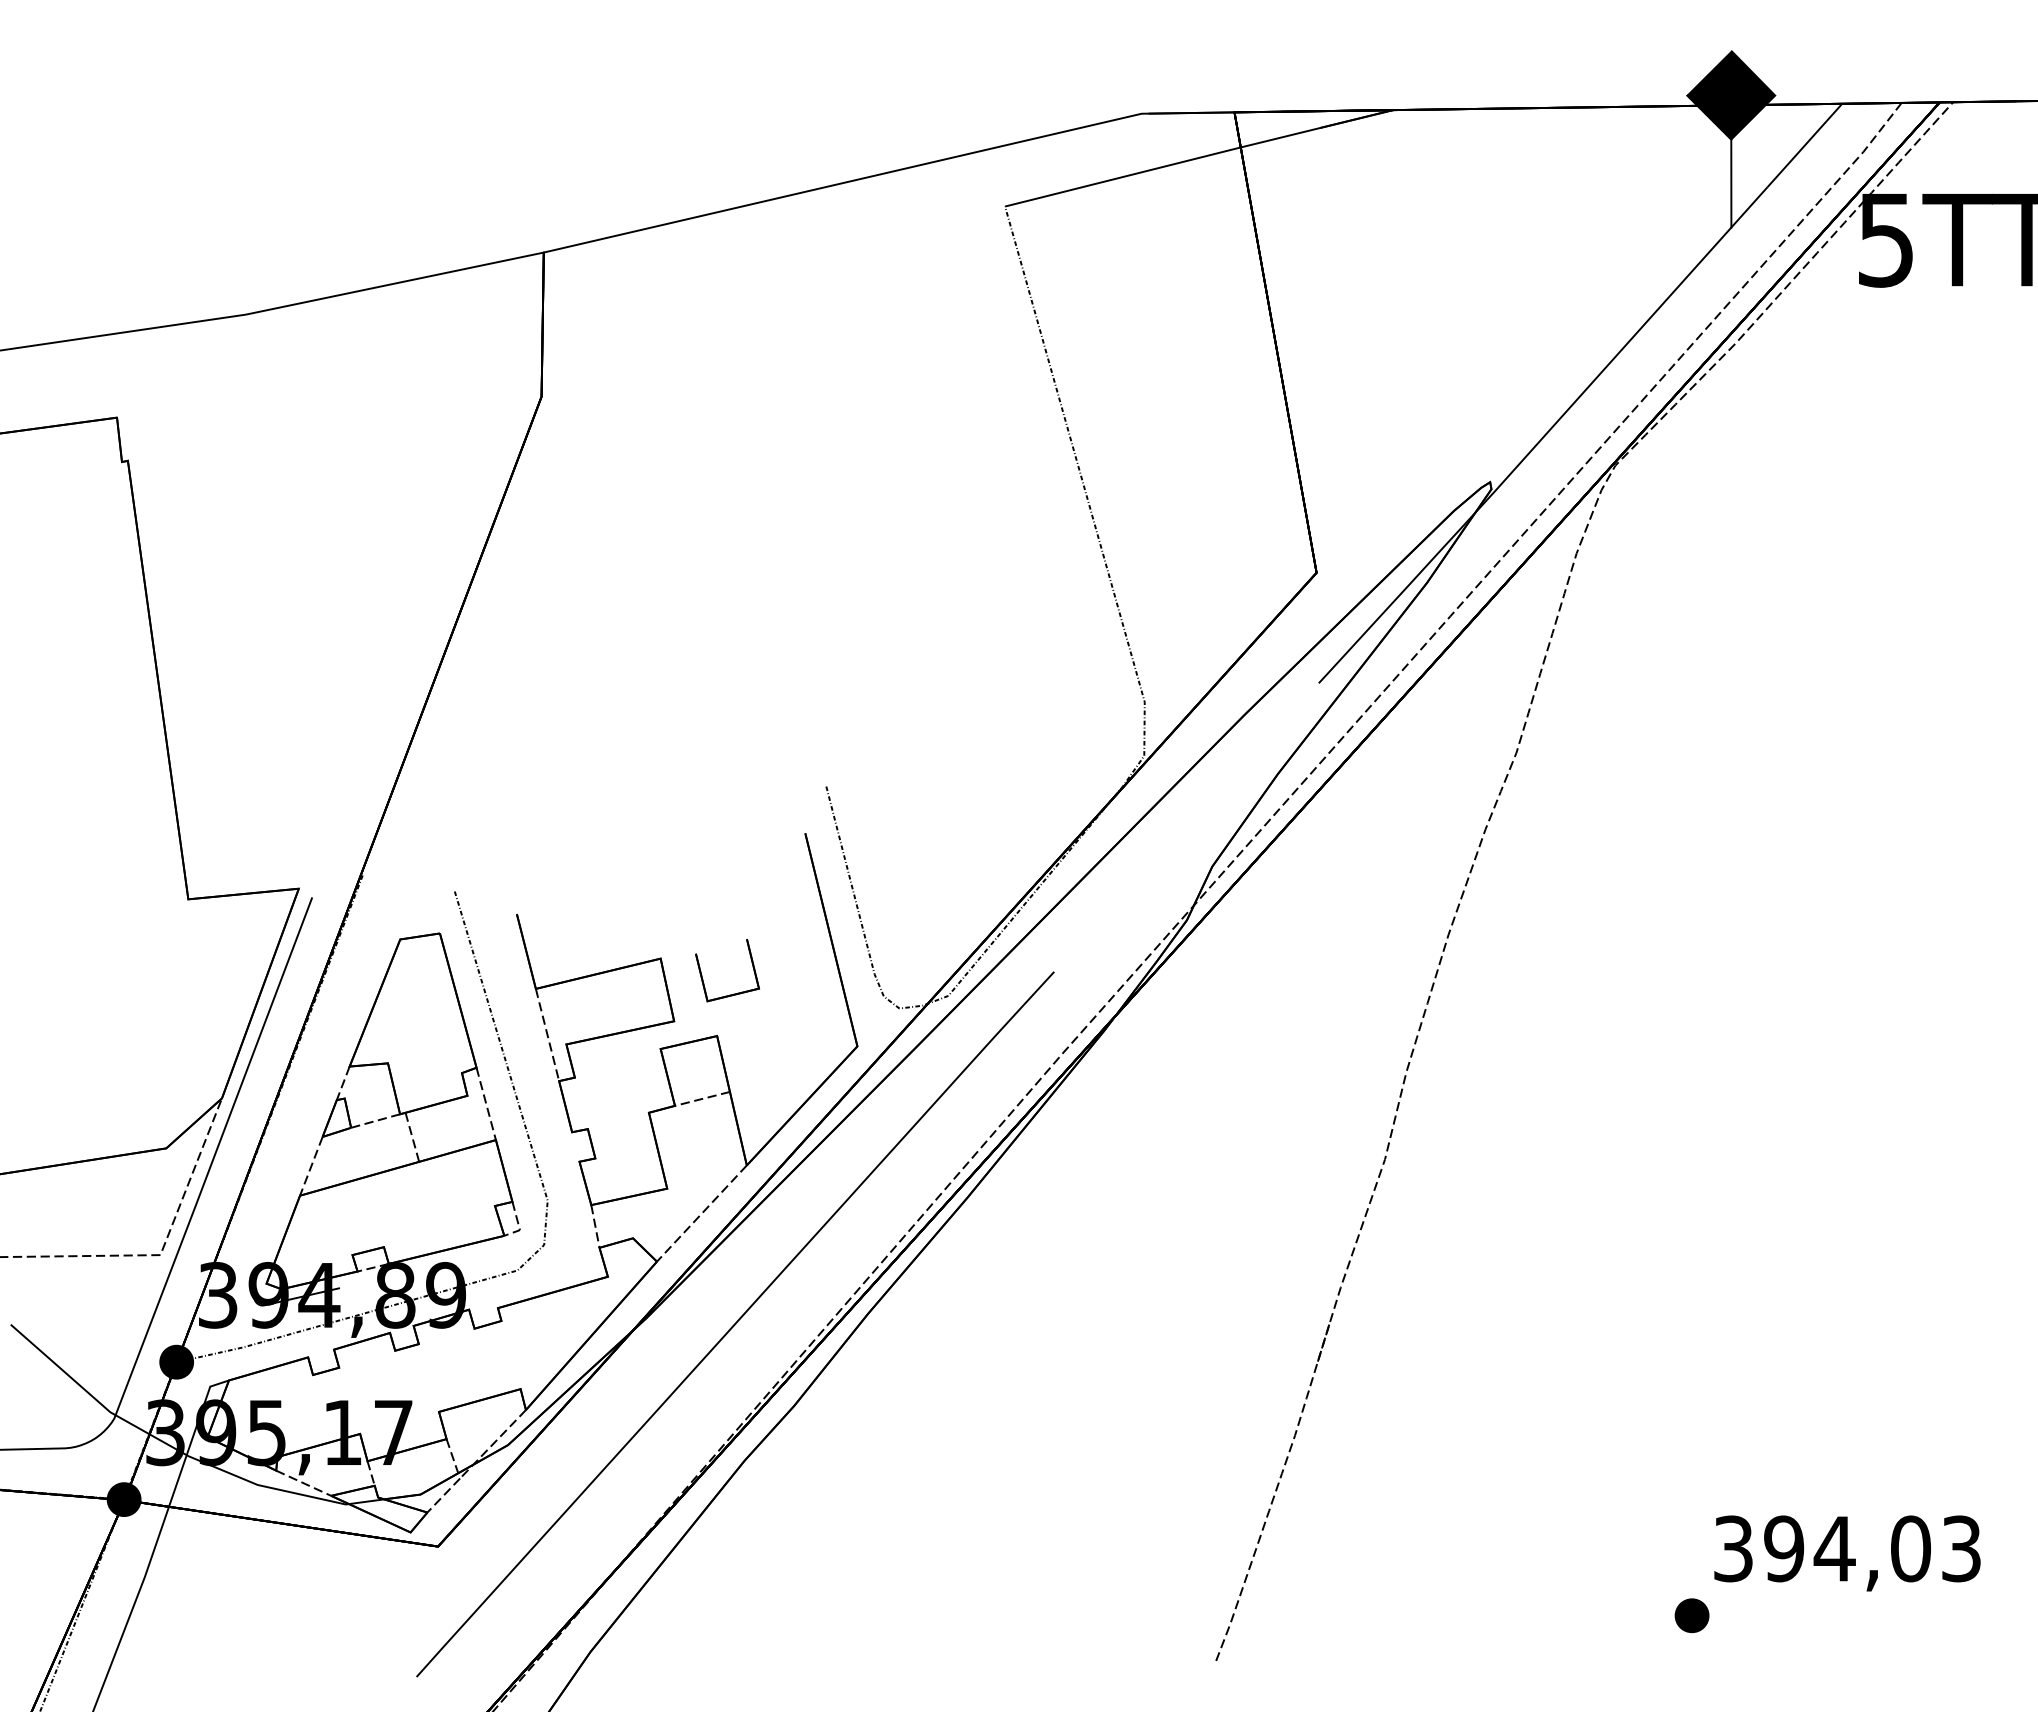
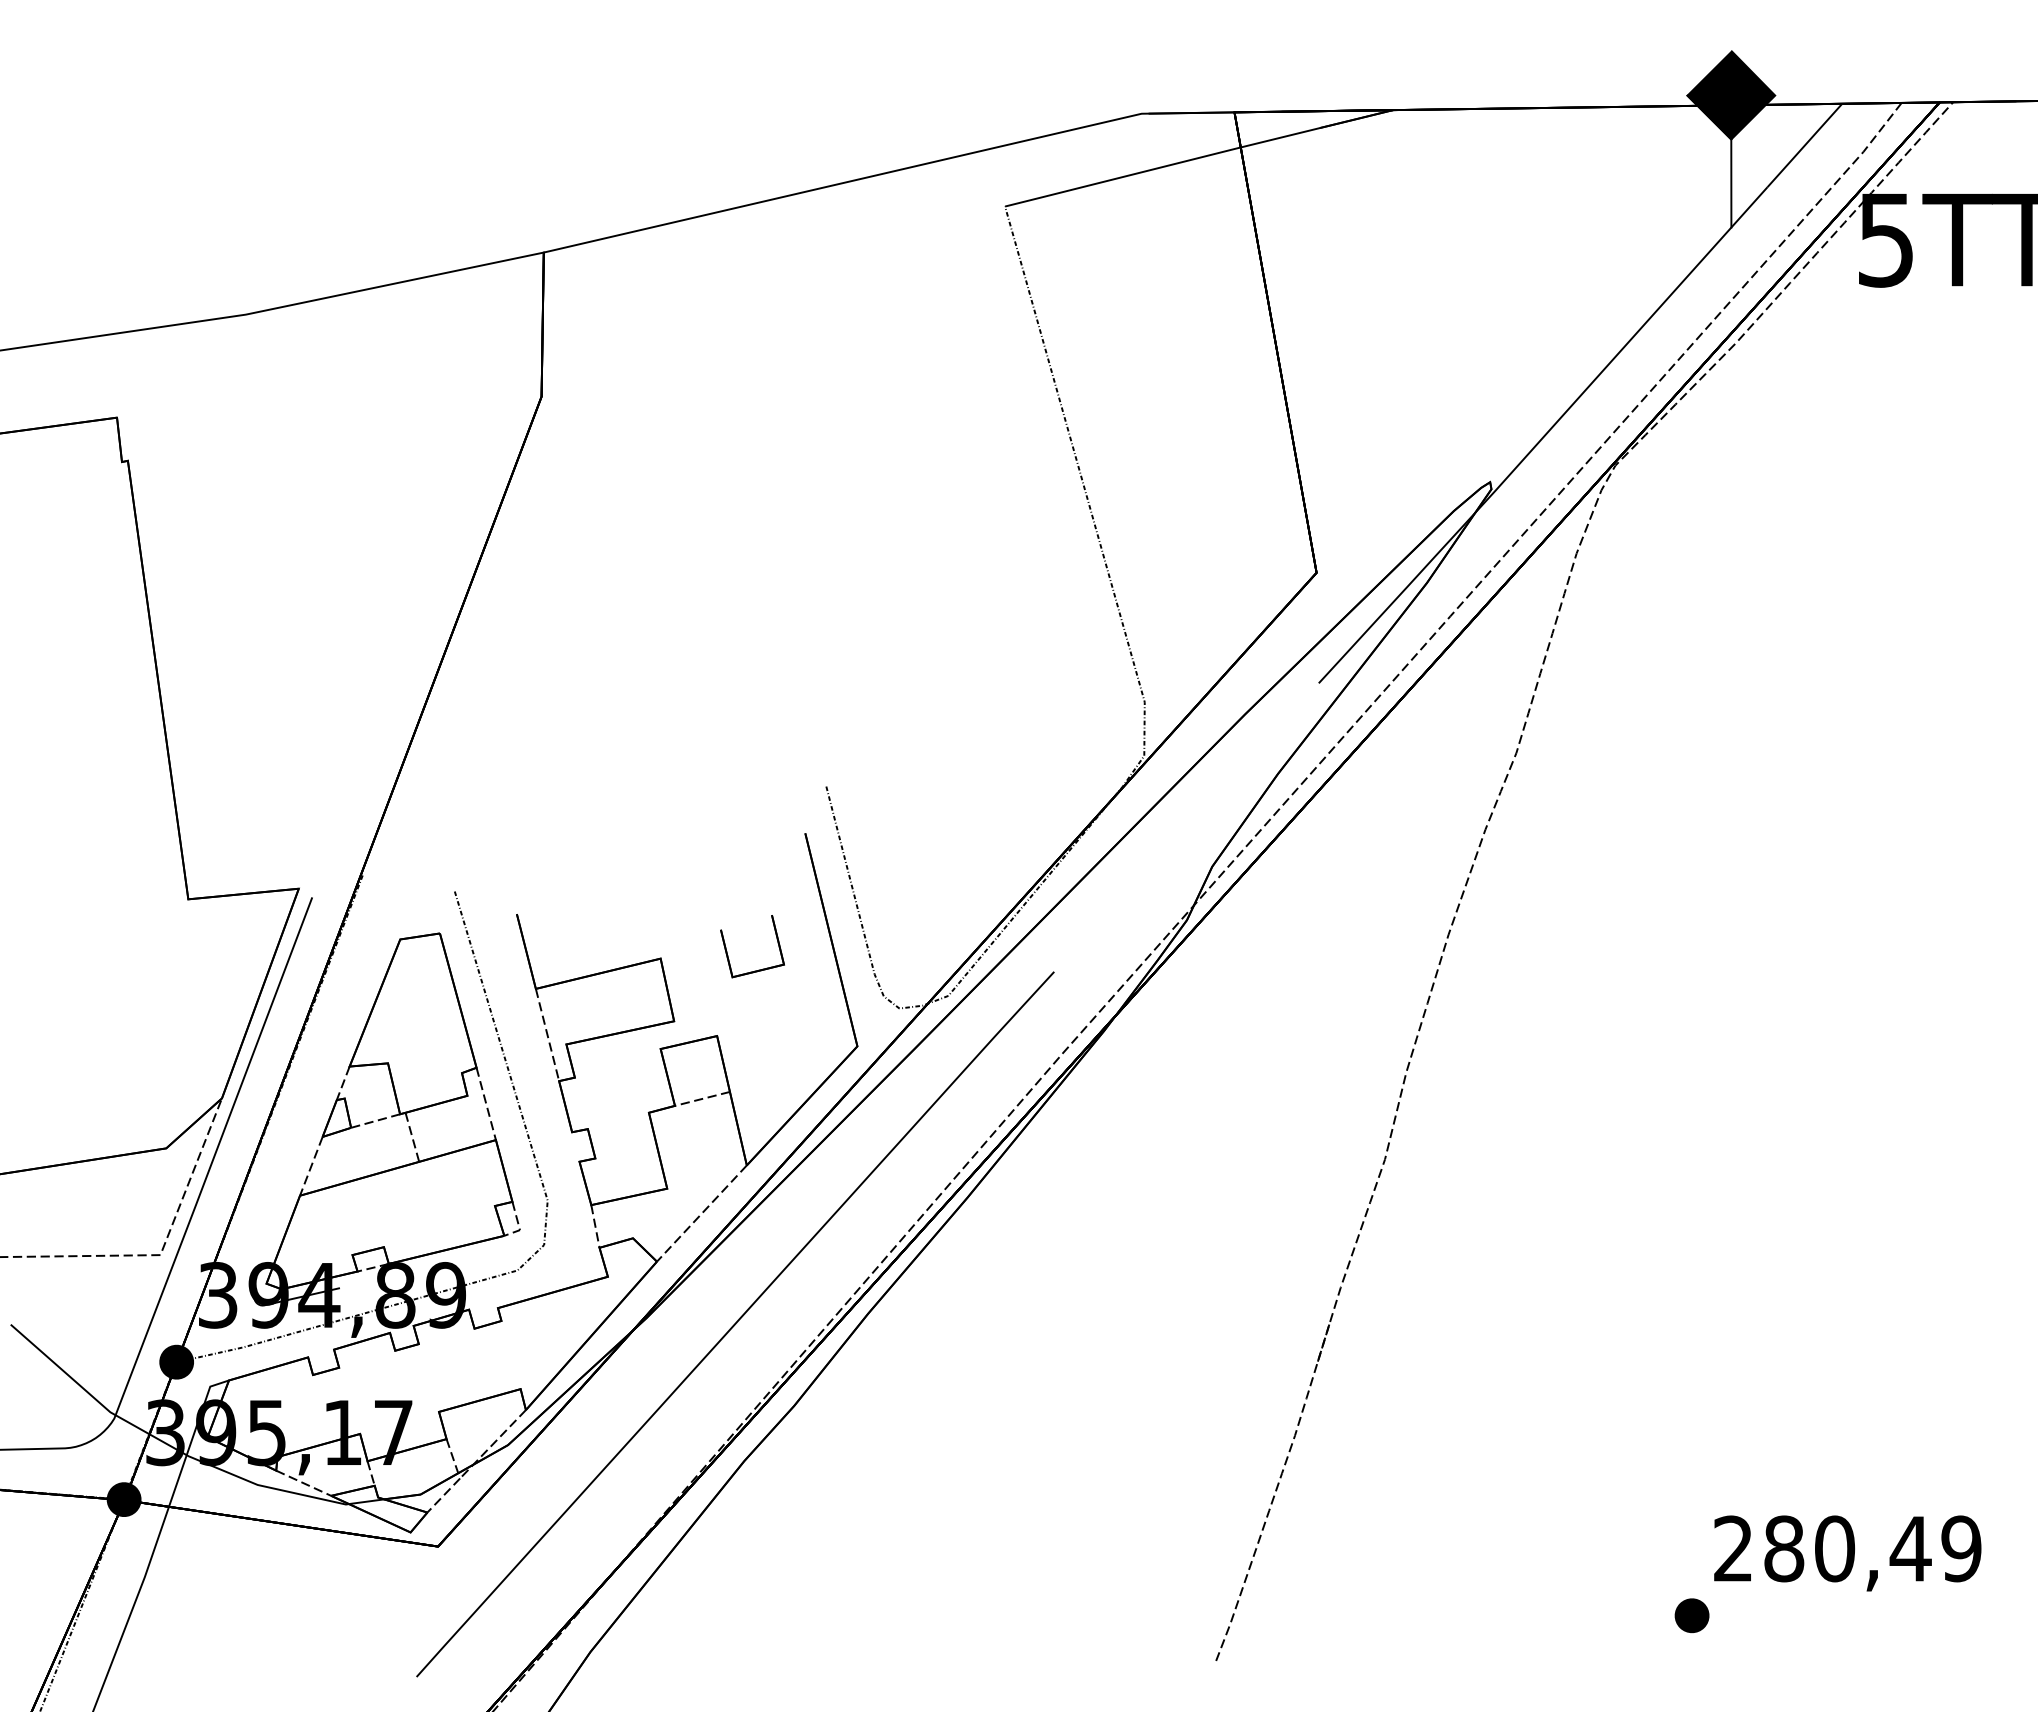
part at (733, 993) position: (733, 993) -> (758, 969)
text at (1847, 1548): 394,03 -> 280,49
